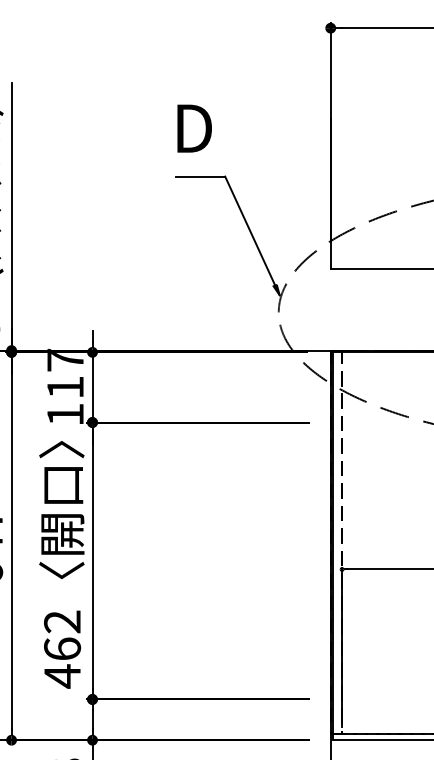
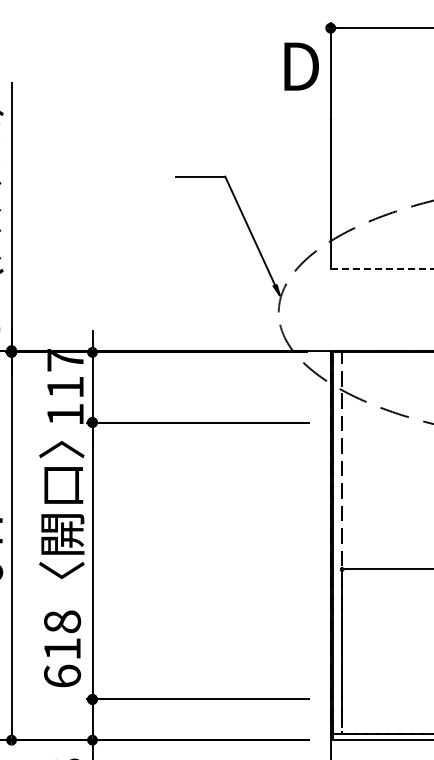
text at (194, 128) position: (194, 128) -> (301, 66)
line at (382, 269): solid -> dashed
text at (62, 649): 462 -> 618
